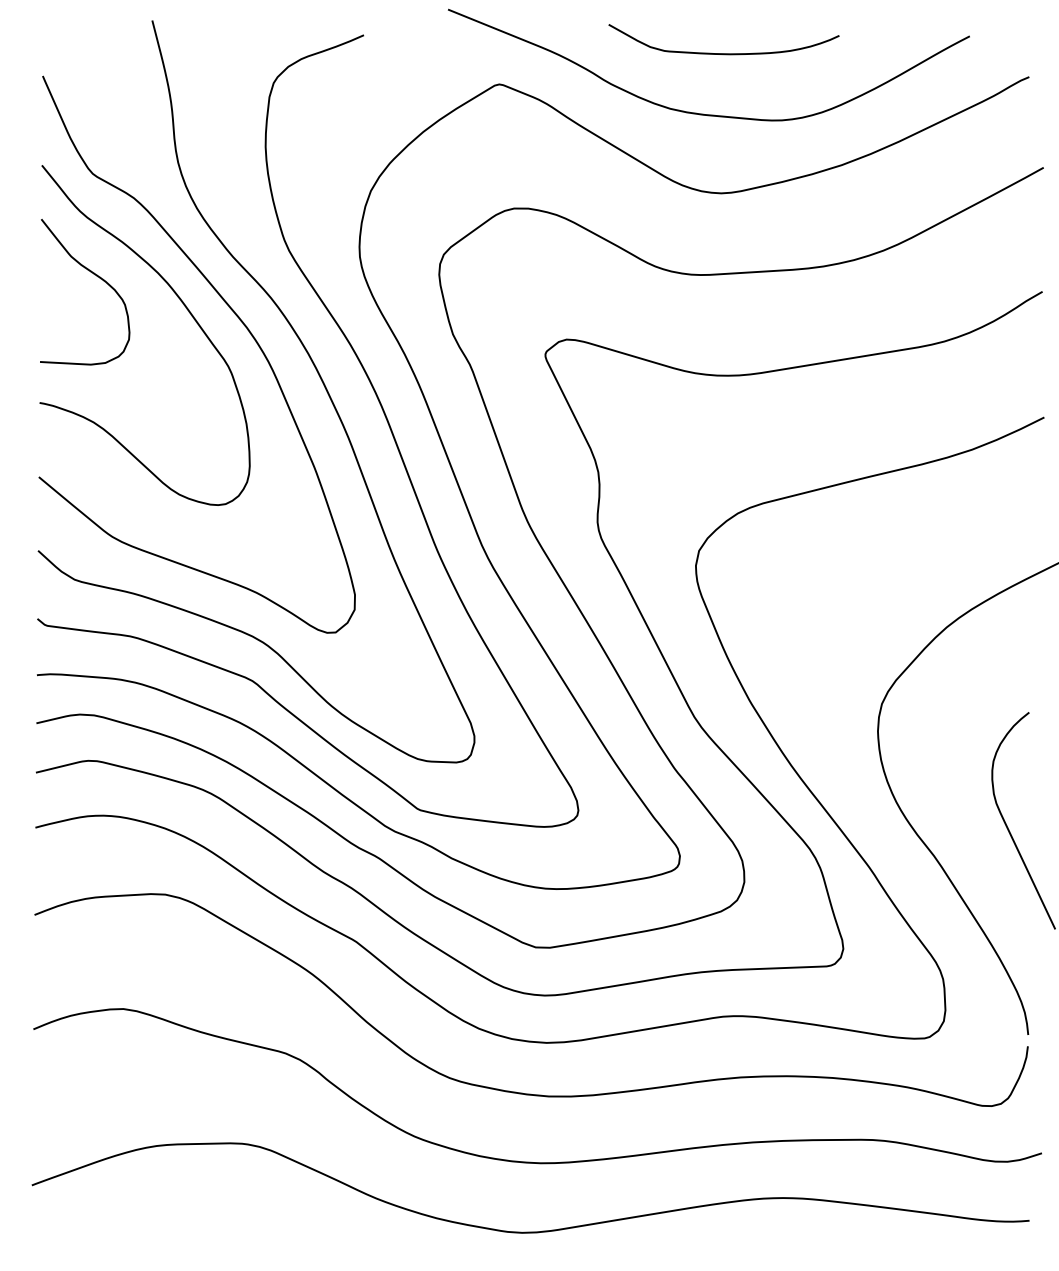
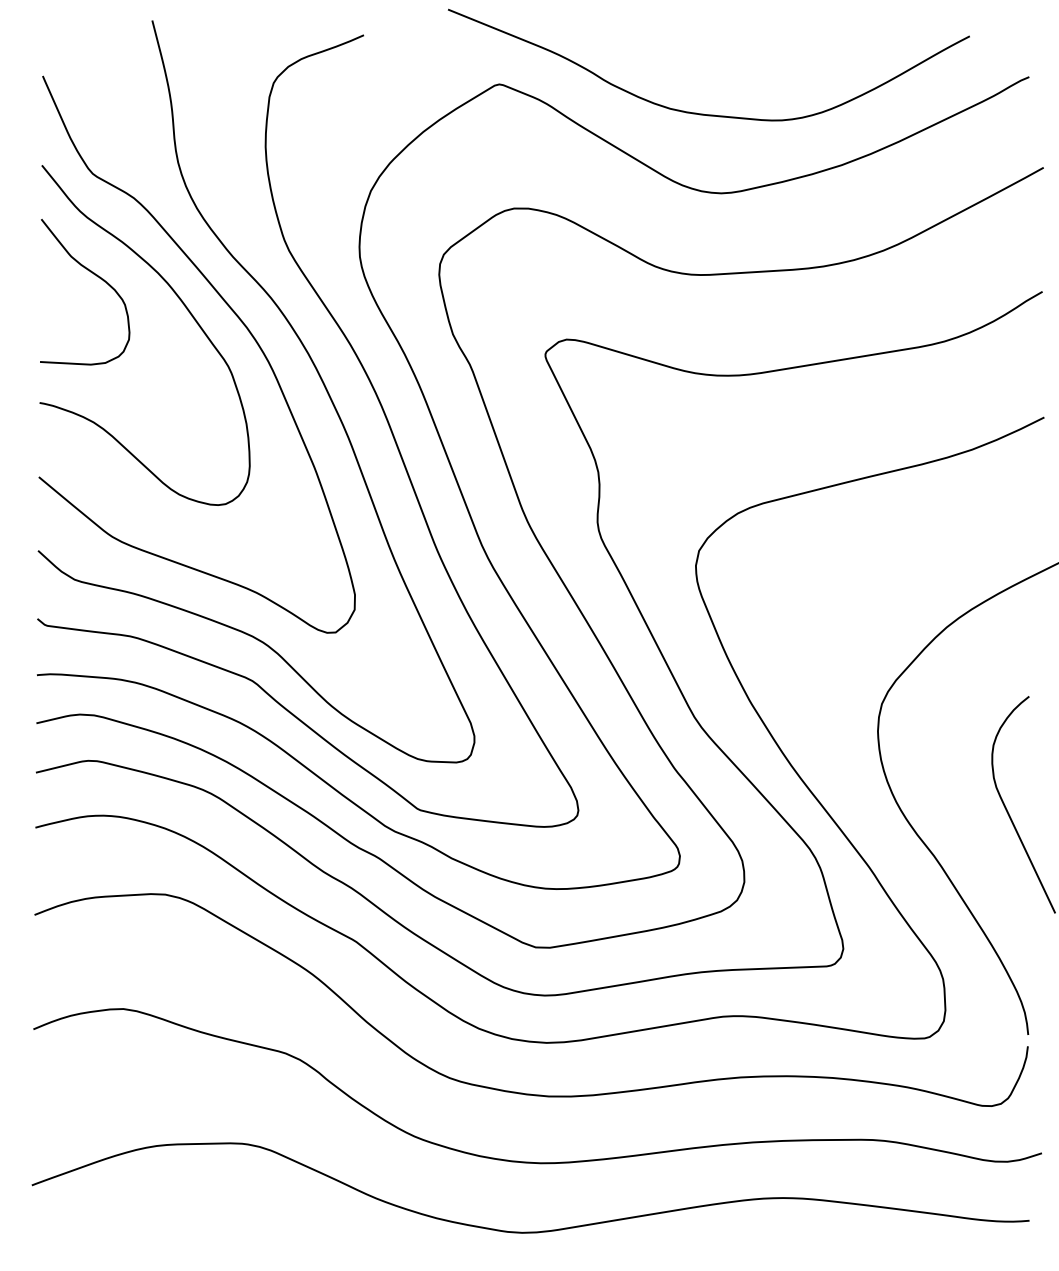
curve at (723, 53): present -> none
curve at (1008, 827) position: (1008, 827) -> (1008, 811)
